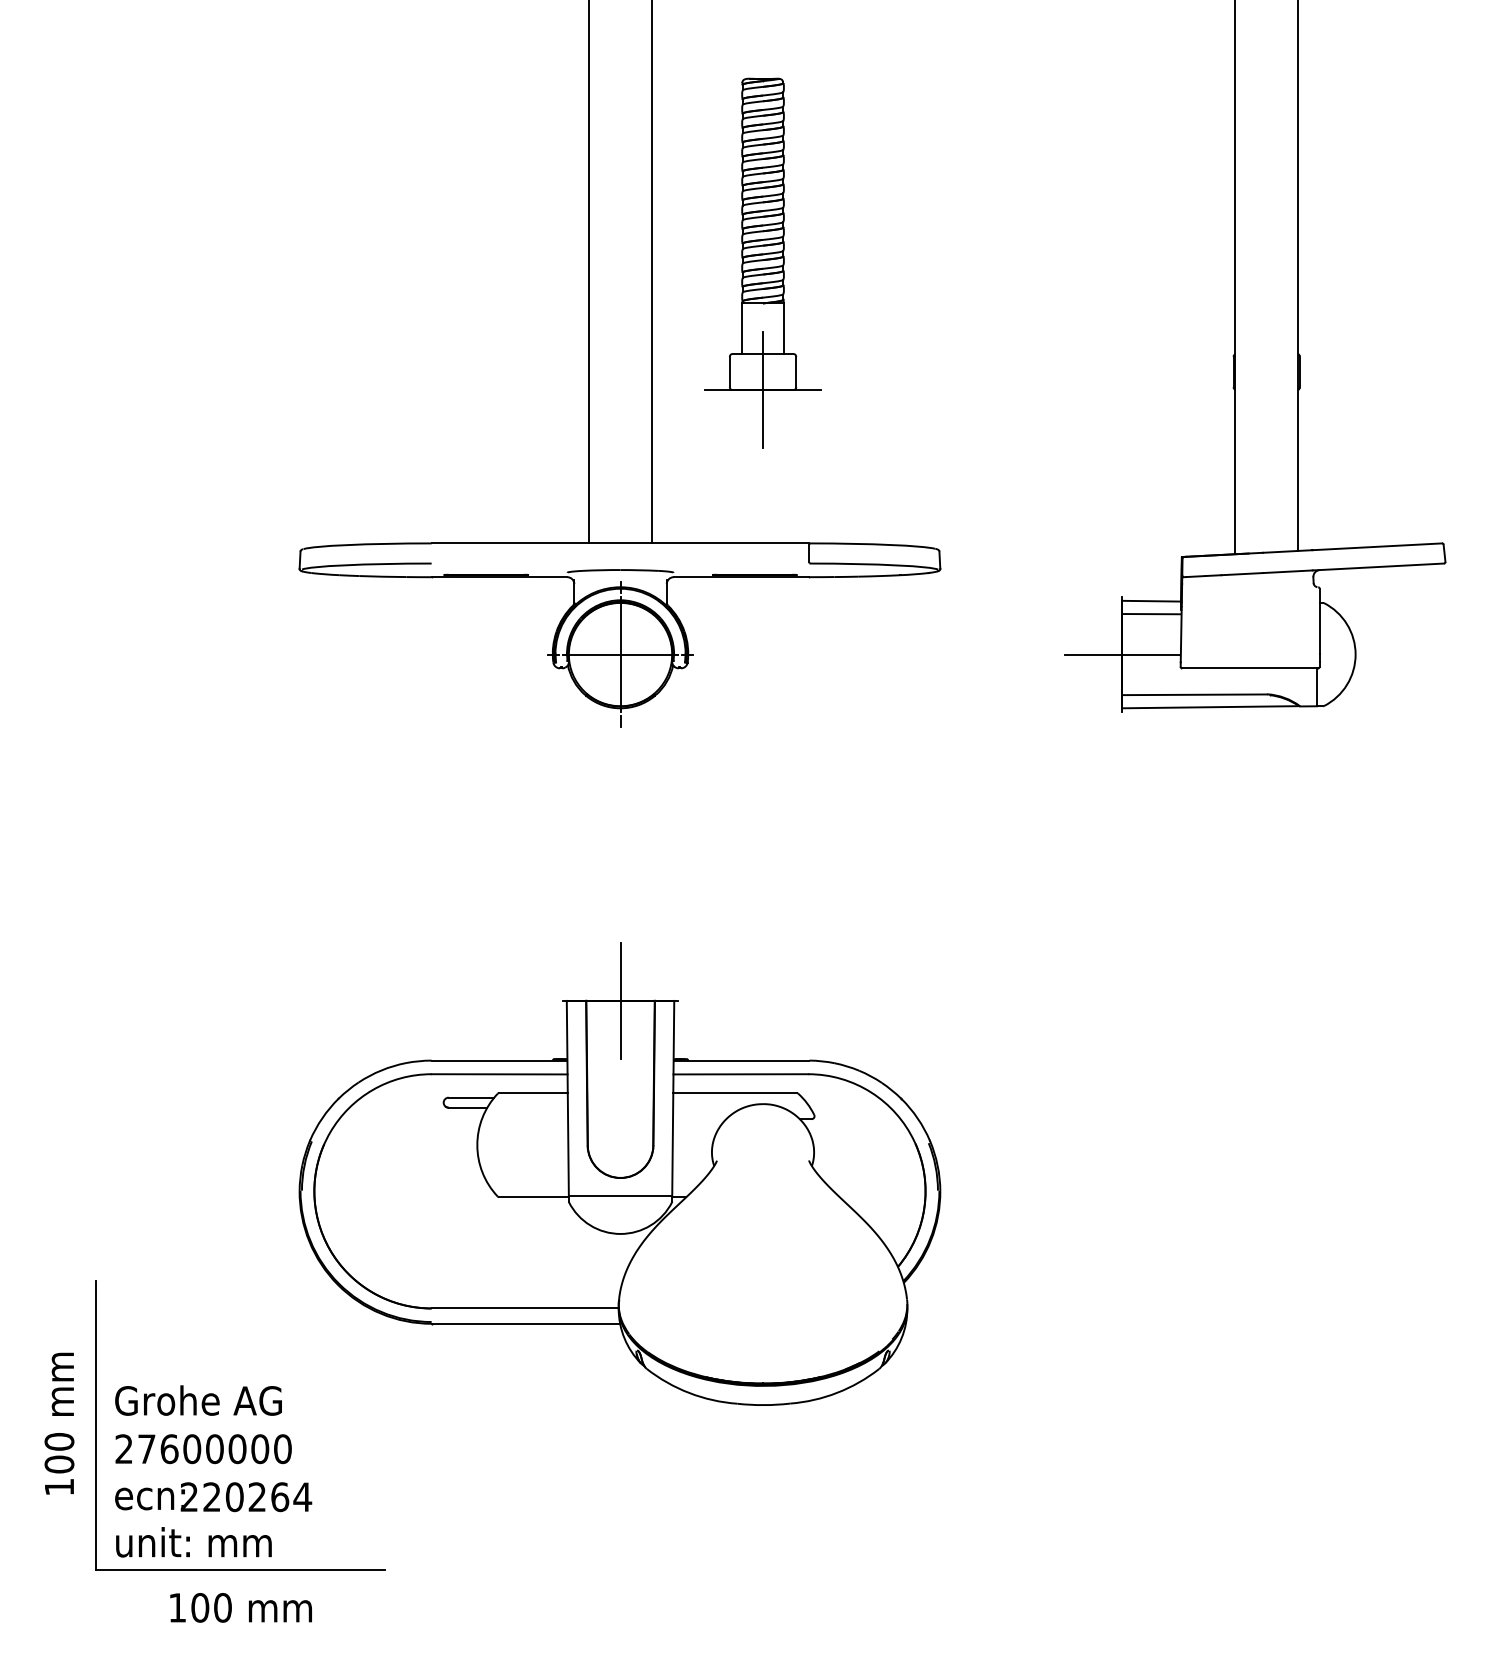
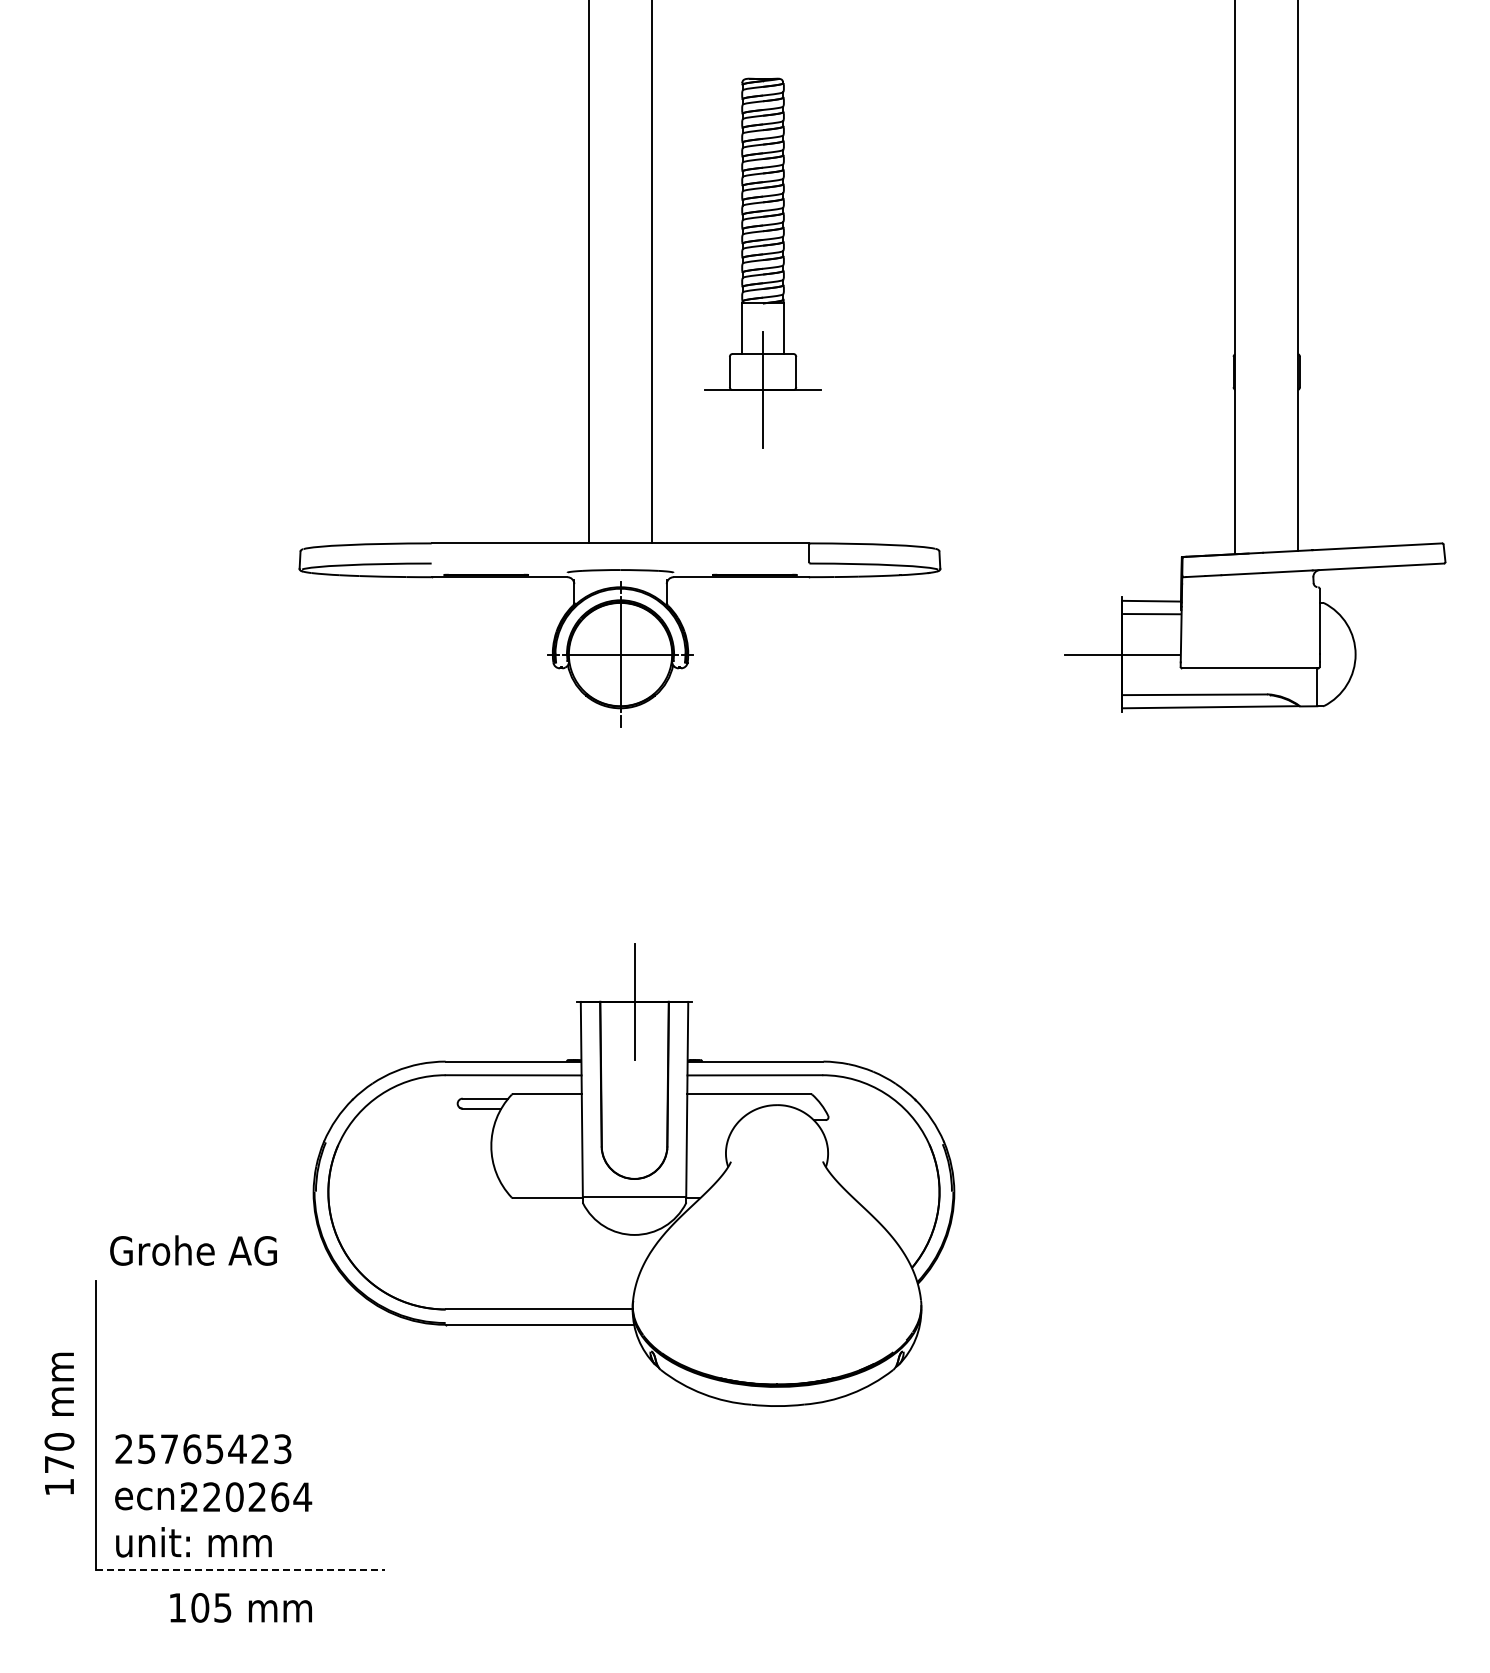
part at (619, 1173) position: (619, 1173) -> (633, 1174)
text at (198, 1400) position: (198, 1400) -> (193, 1250)
text at (214, 1449): 27600000 -> 25765423
text at (59, 1464): 100 -> 170
line at (240, 1569): solid -> dashed
text at (222, 1607): 100 -> 105
